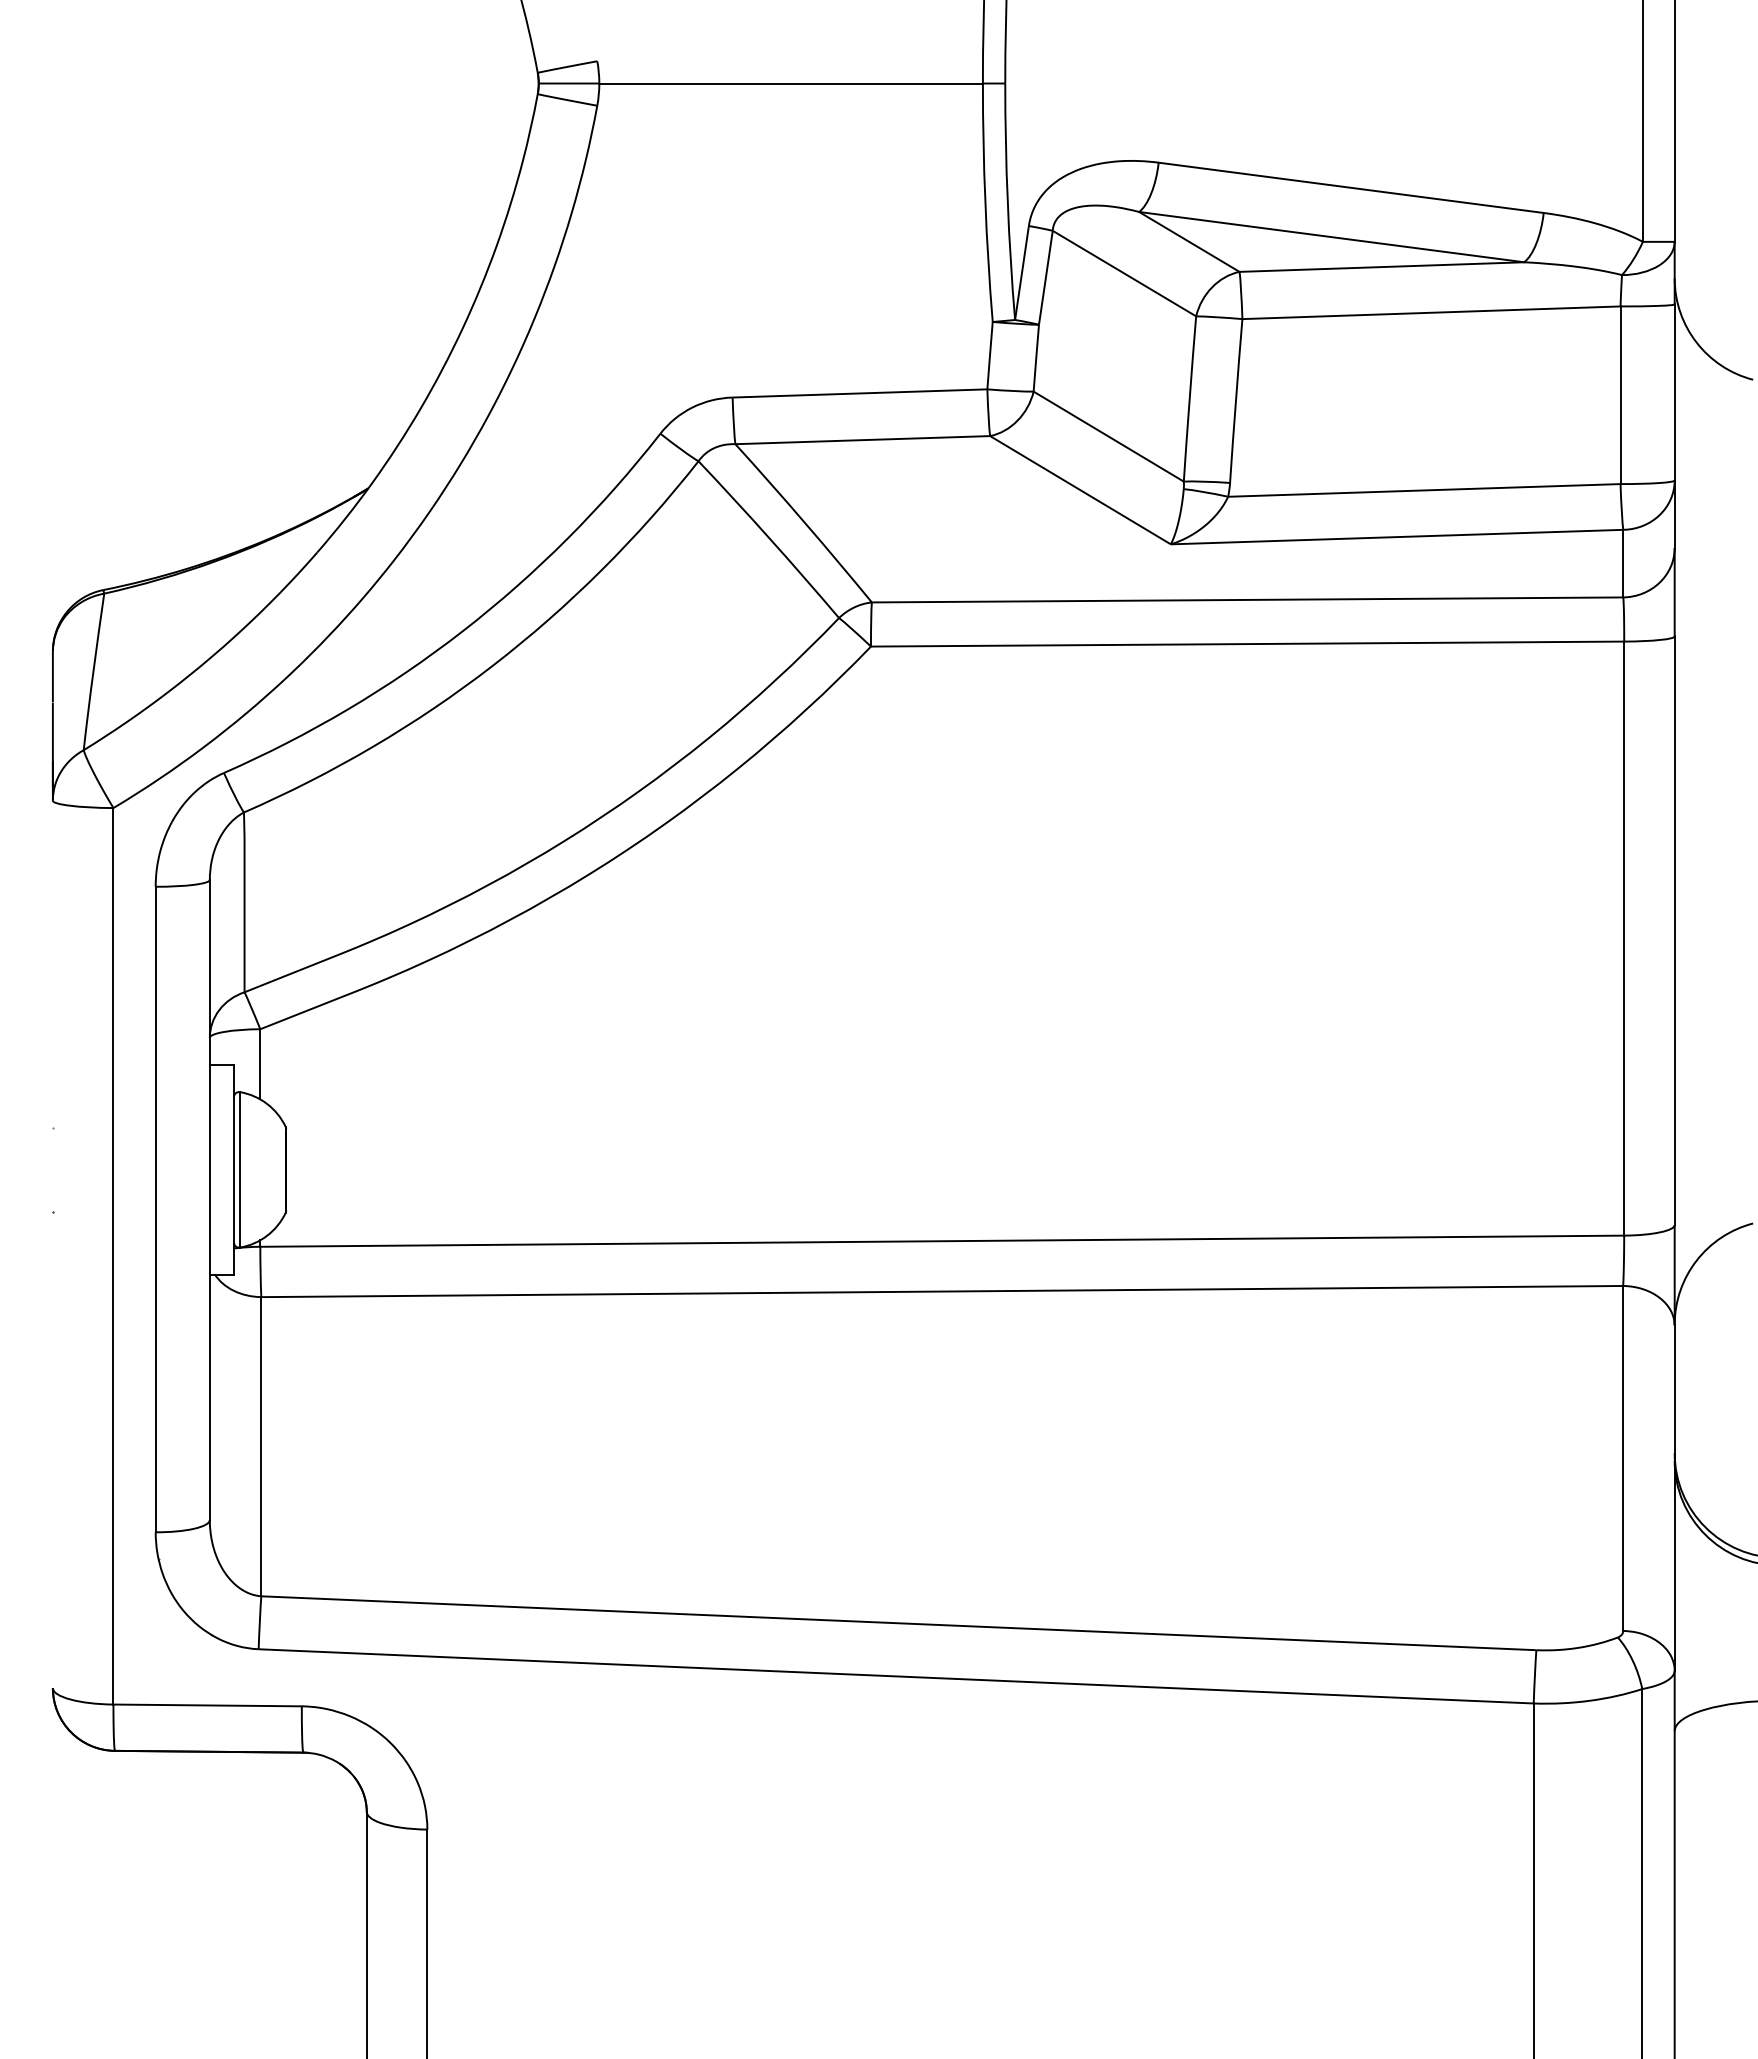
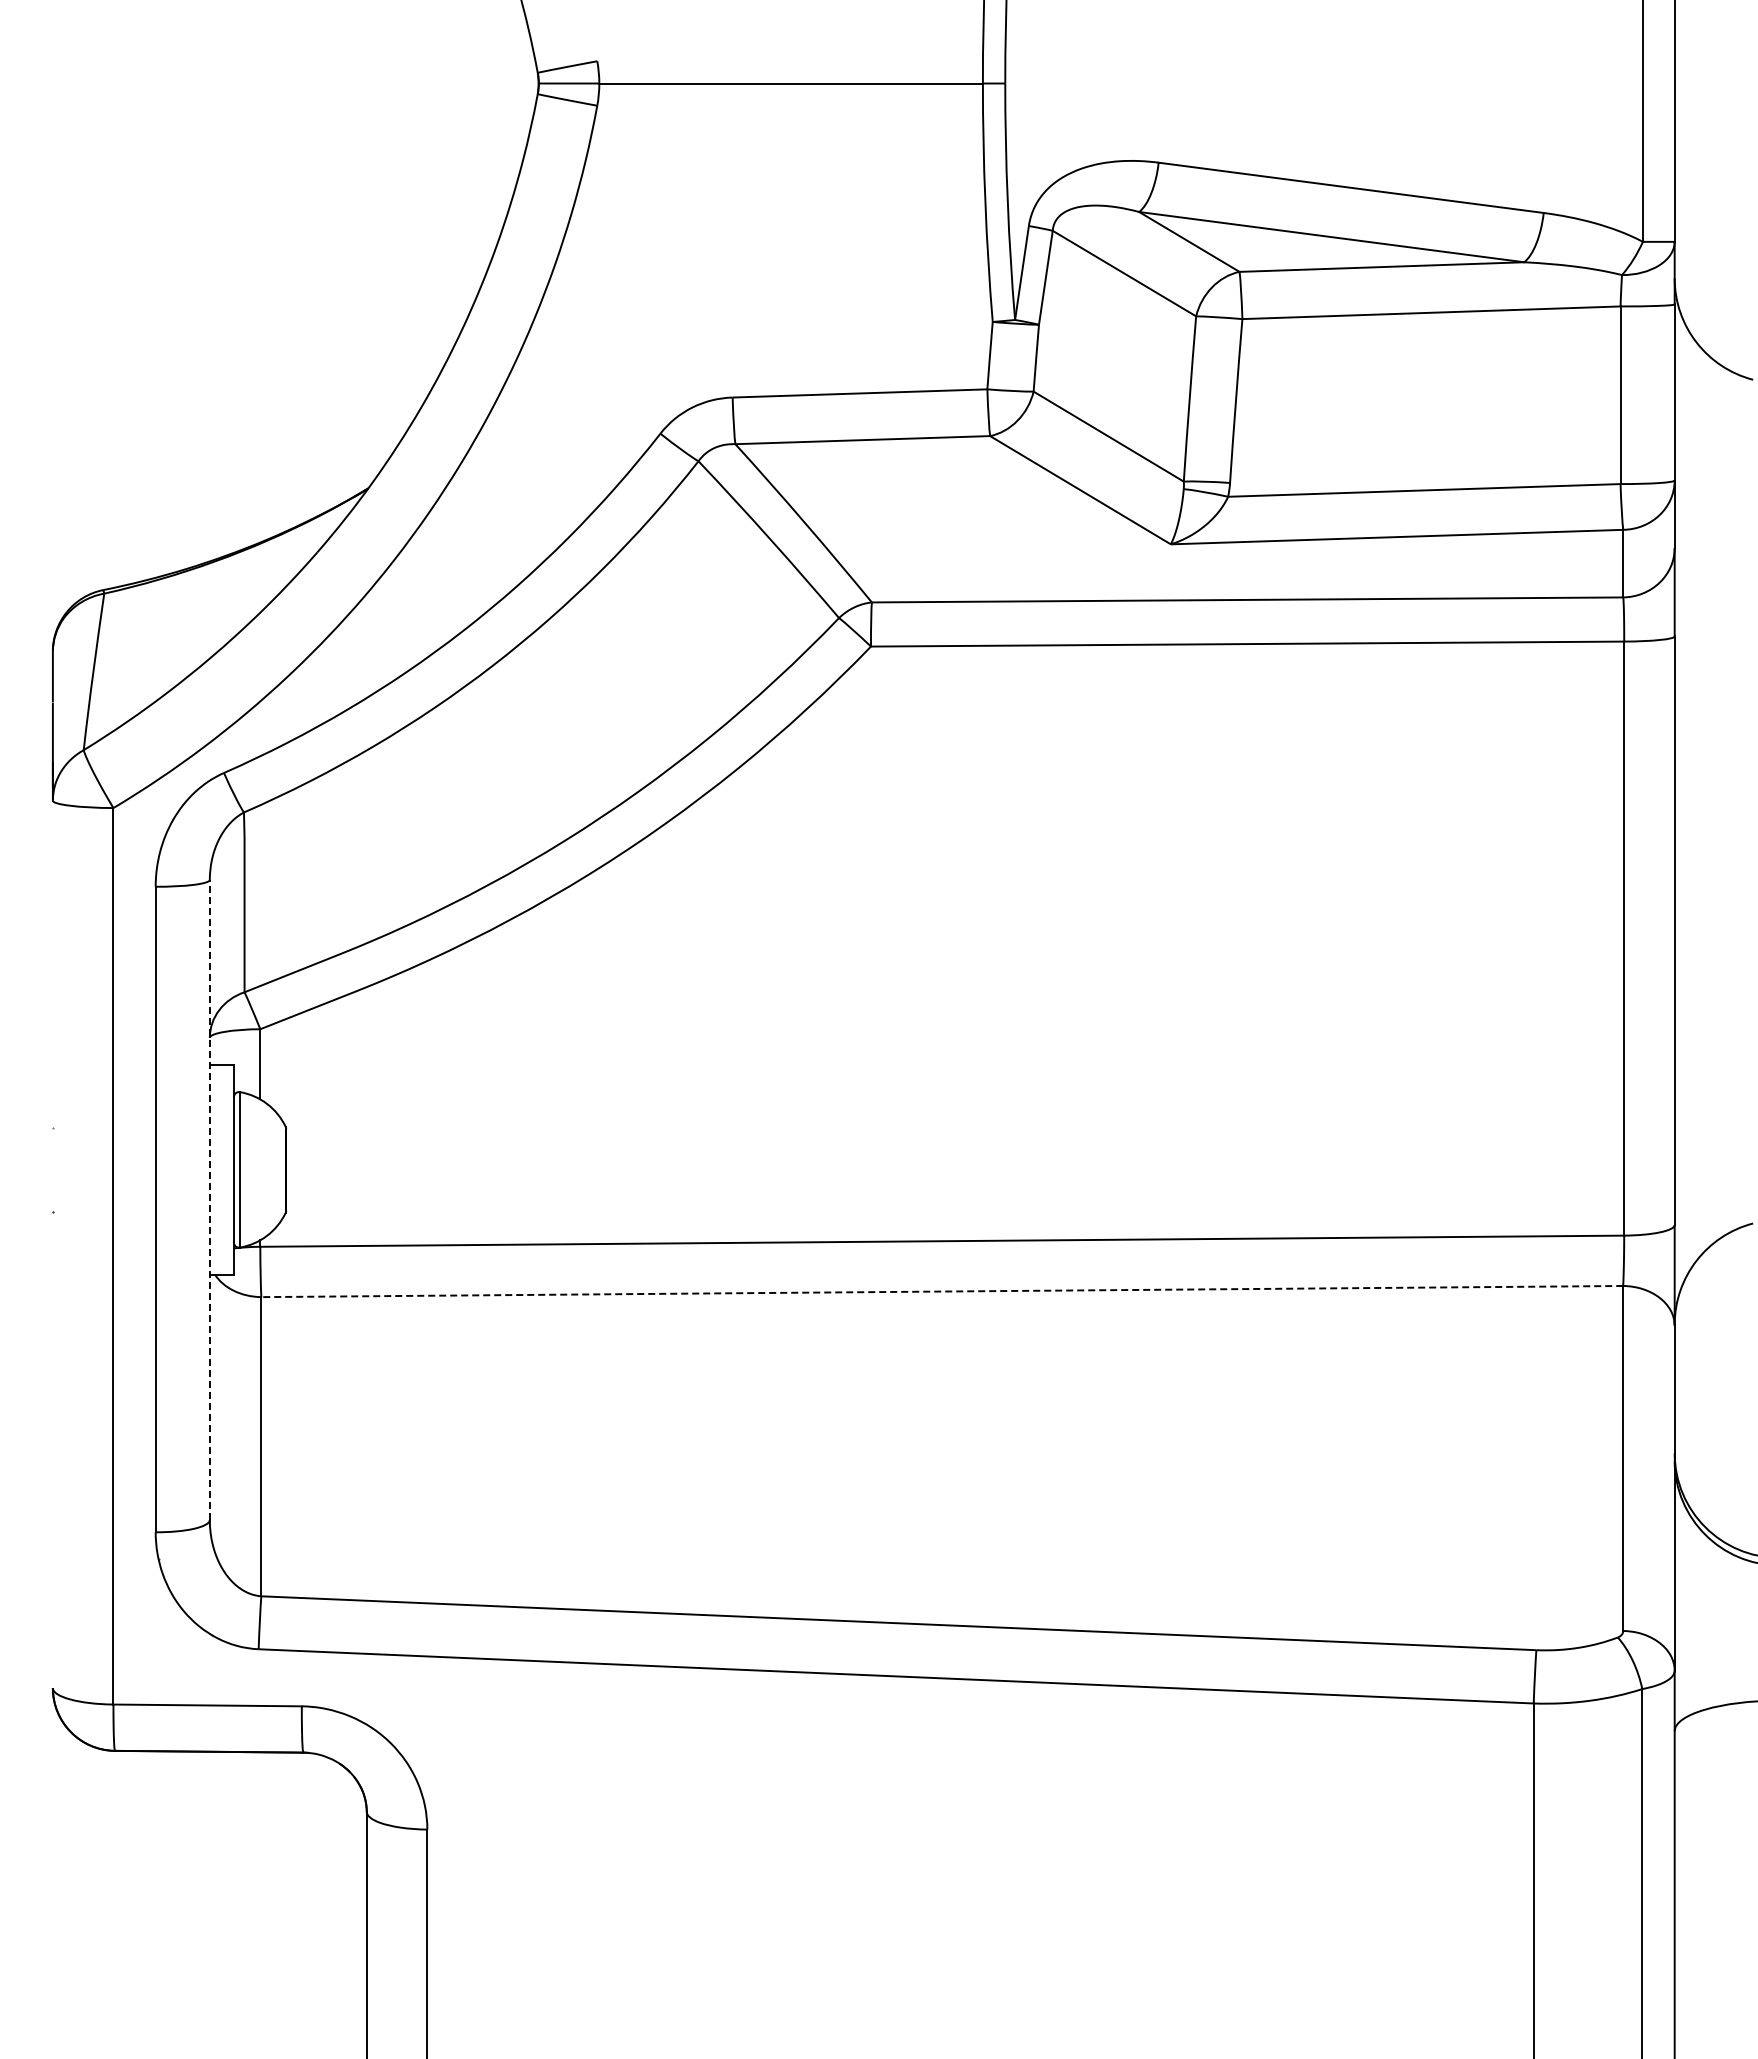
line at (209, 1199): solid -> dashed
line at (942, 1291): solid -> dashed
